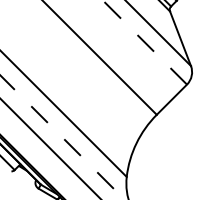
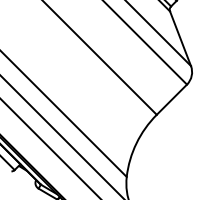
line at (144, 42): dashed -> solid
line at (62, 137): dashed -> solid
